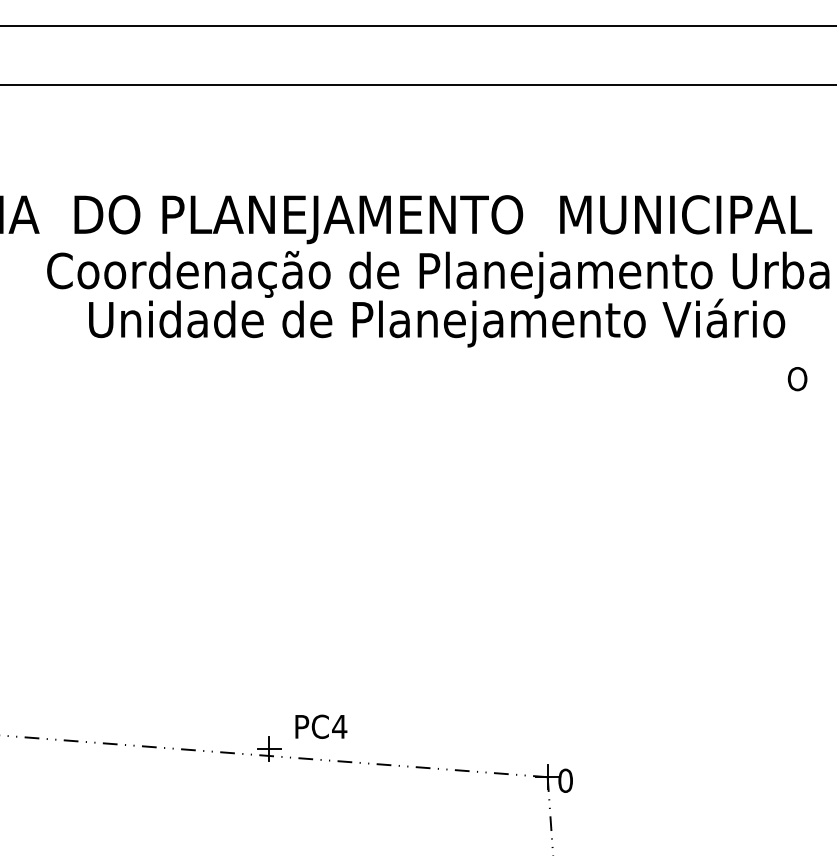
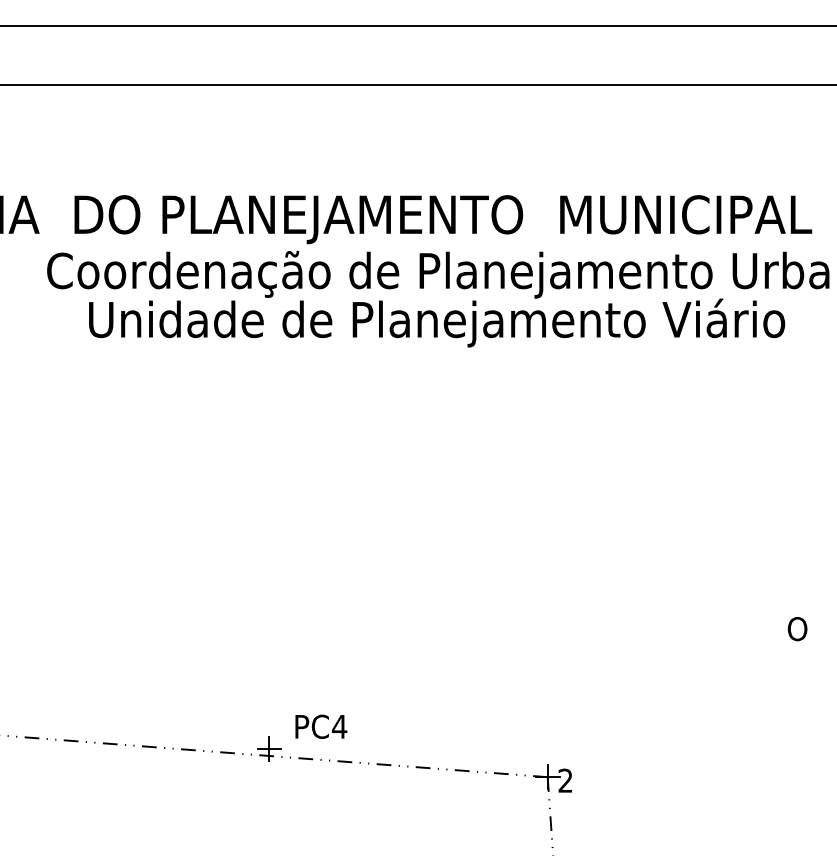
text at (797, 379) position: (797, 379) -> (797, 629)
text at (565, 780): 0 -> 2
